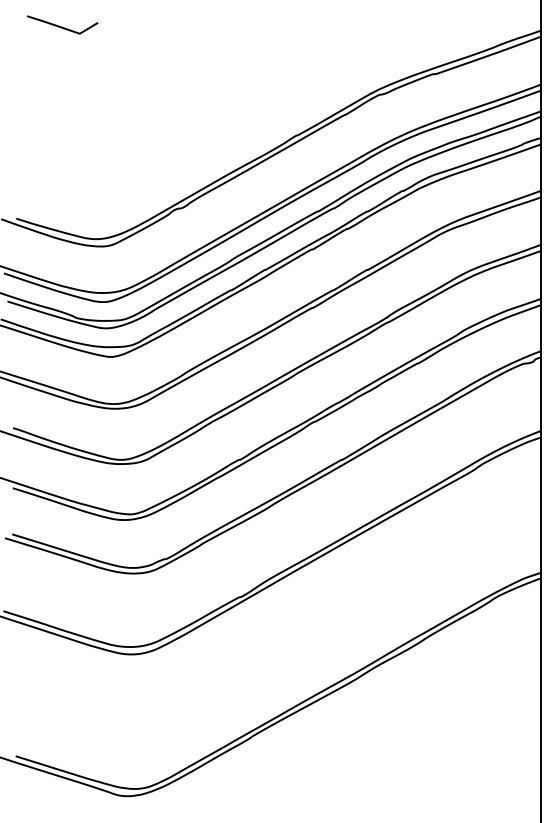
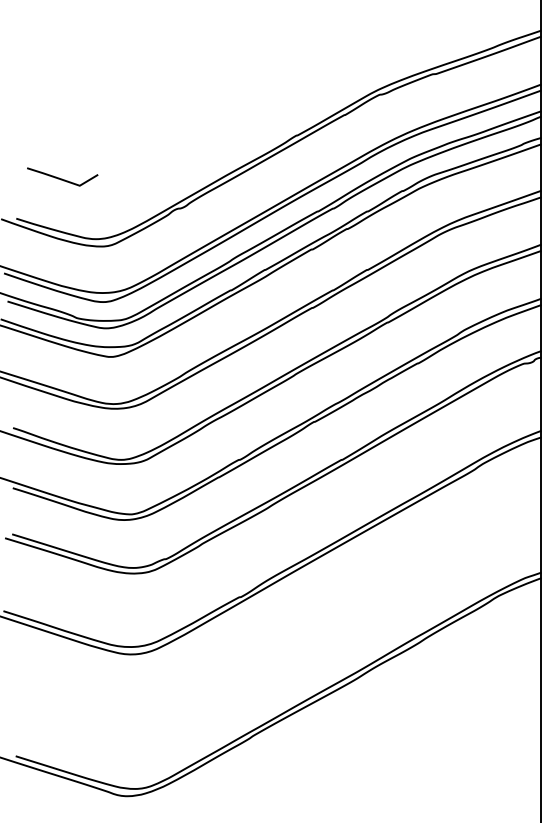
curve at (62, 26) position: (62, 26) -> (62, 178)
